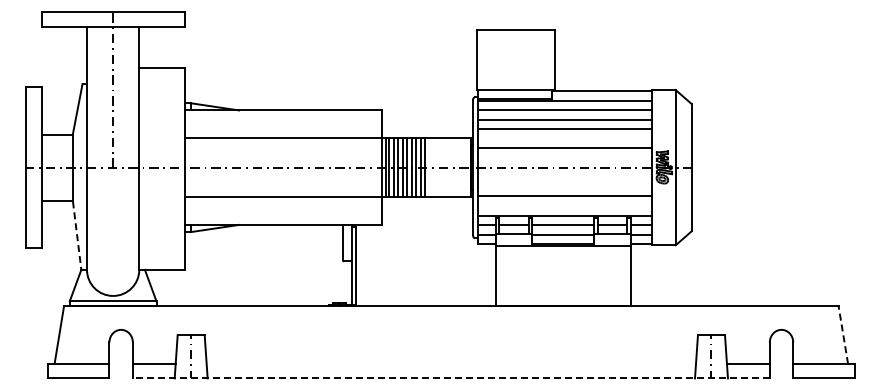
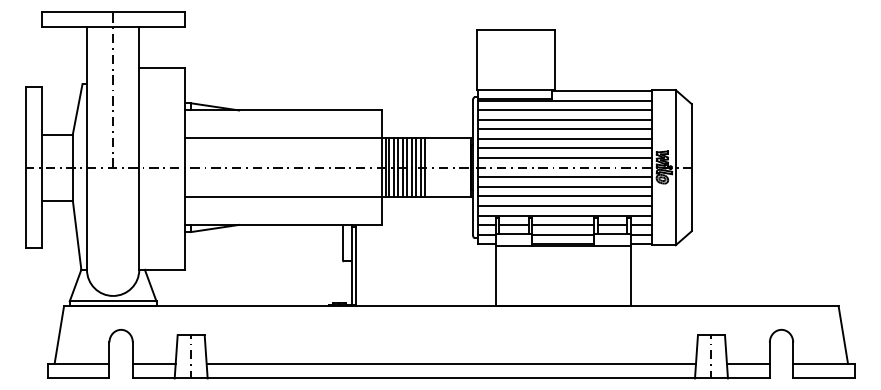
line at (565, 138): none -> present
line at (565, 158): none -> present
line at (565, 177): none -> present
line at (565, 186): none -> present
line at (565, 206): none -> present
line at (77, 236): dashed -> solid
line at (843, 334): dashed -> solid
line at (451, 364): none -> present
line at (451, 378): dashed -> solid
